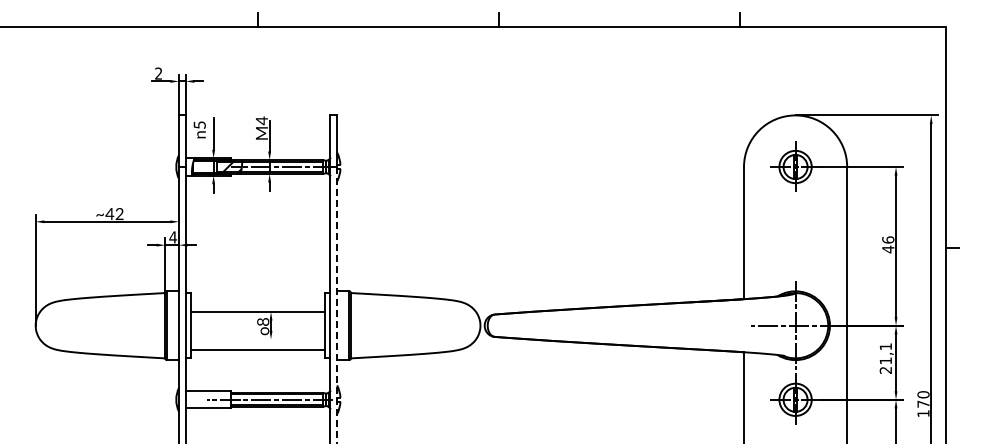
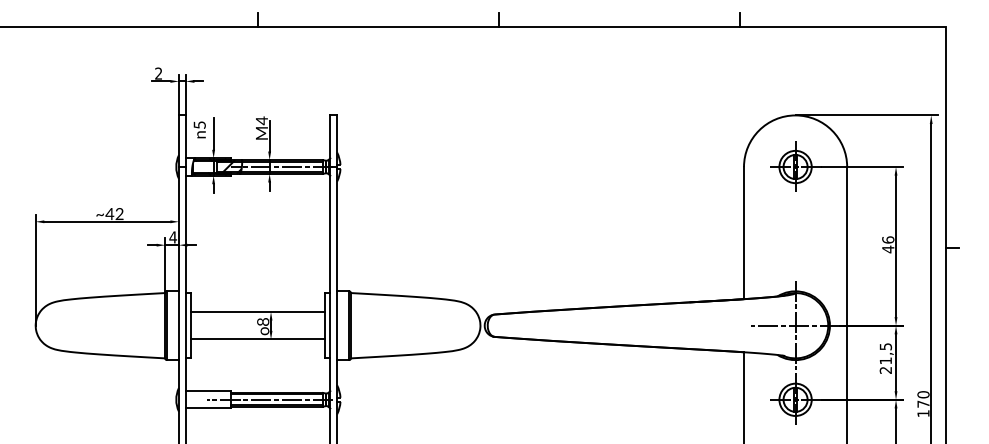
line at (337, 305): dashed -> solid
text at (885, 346): 21,1 -> 21,5
line at (258, 350) position: (258, 350) -> (258, 339)
